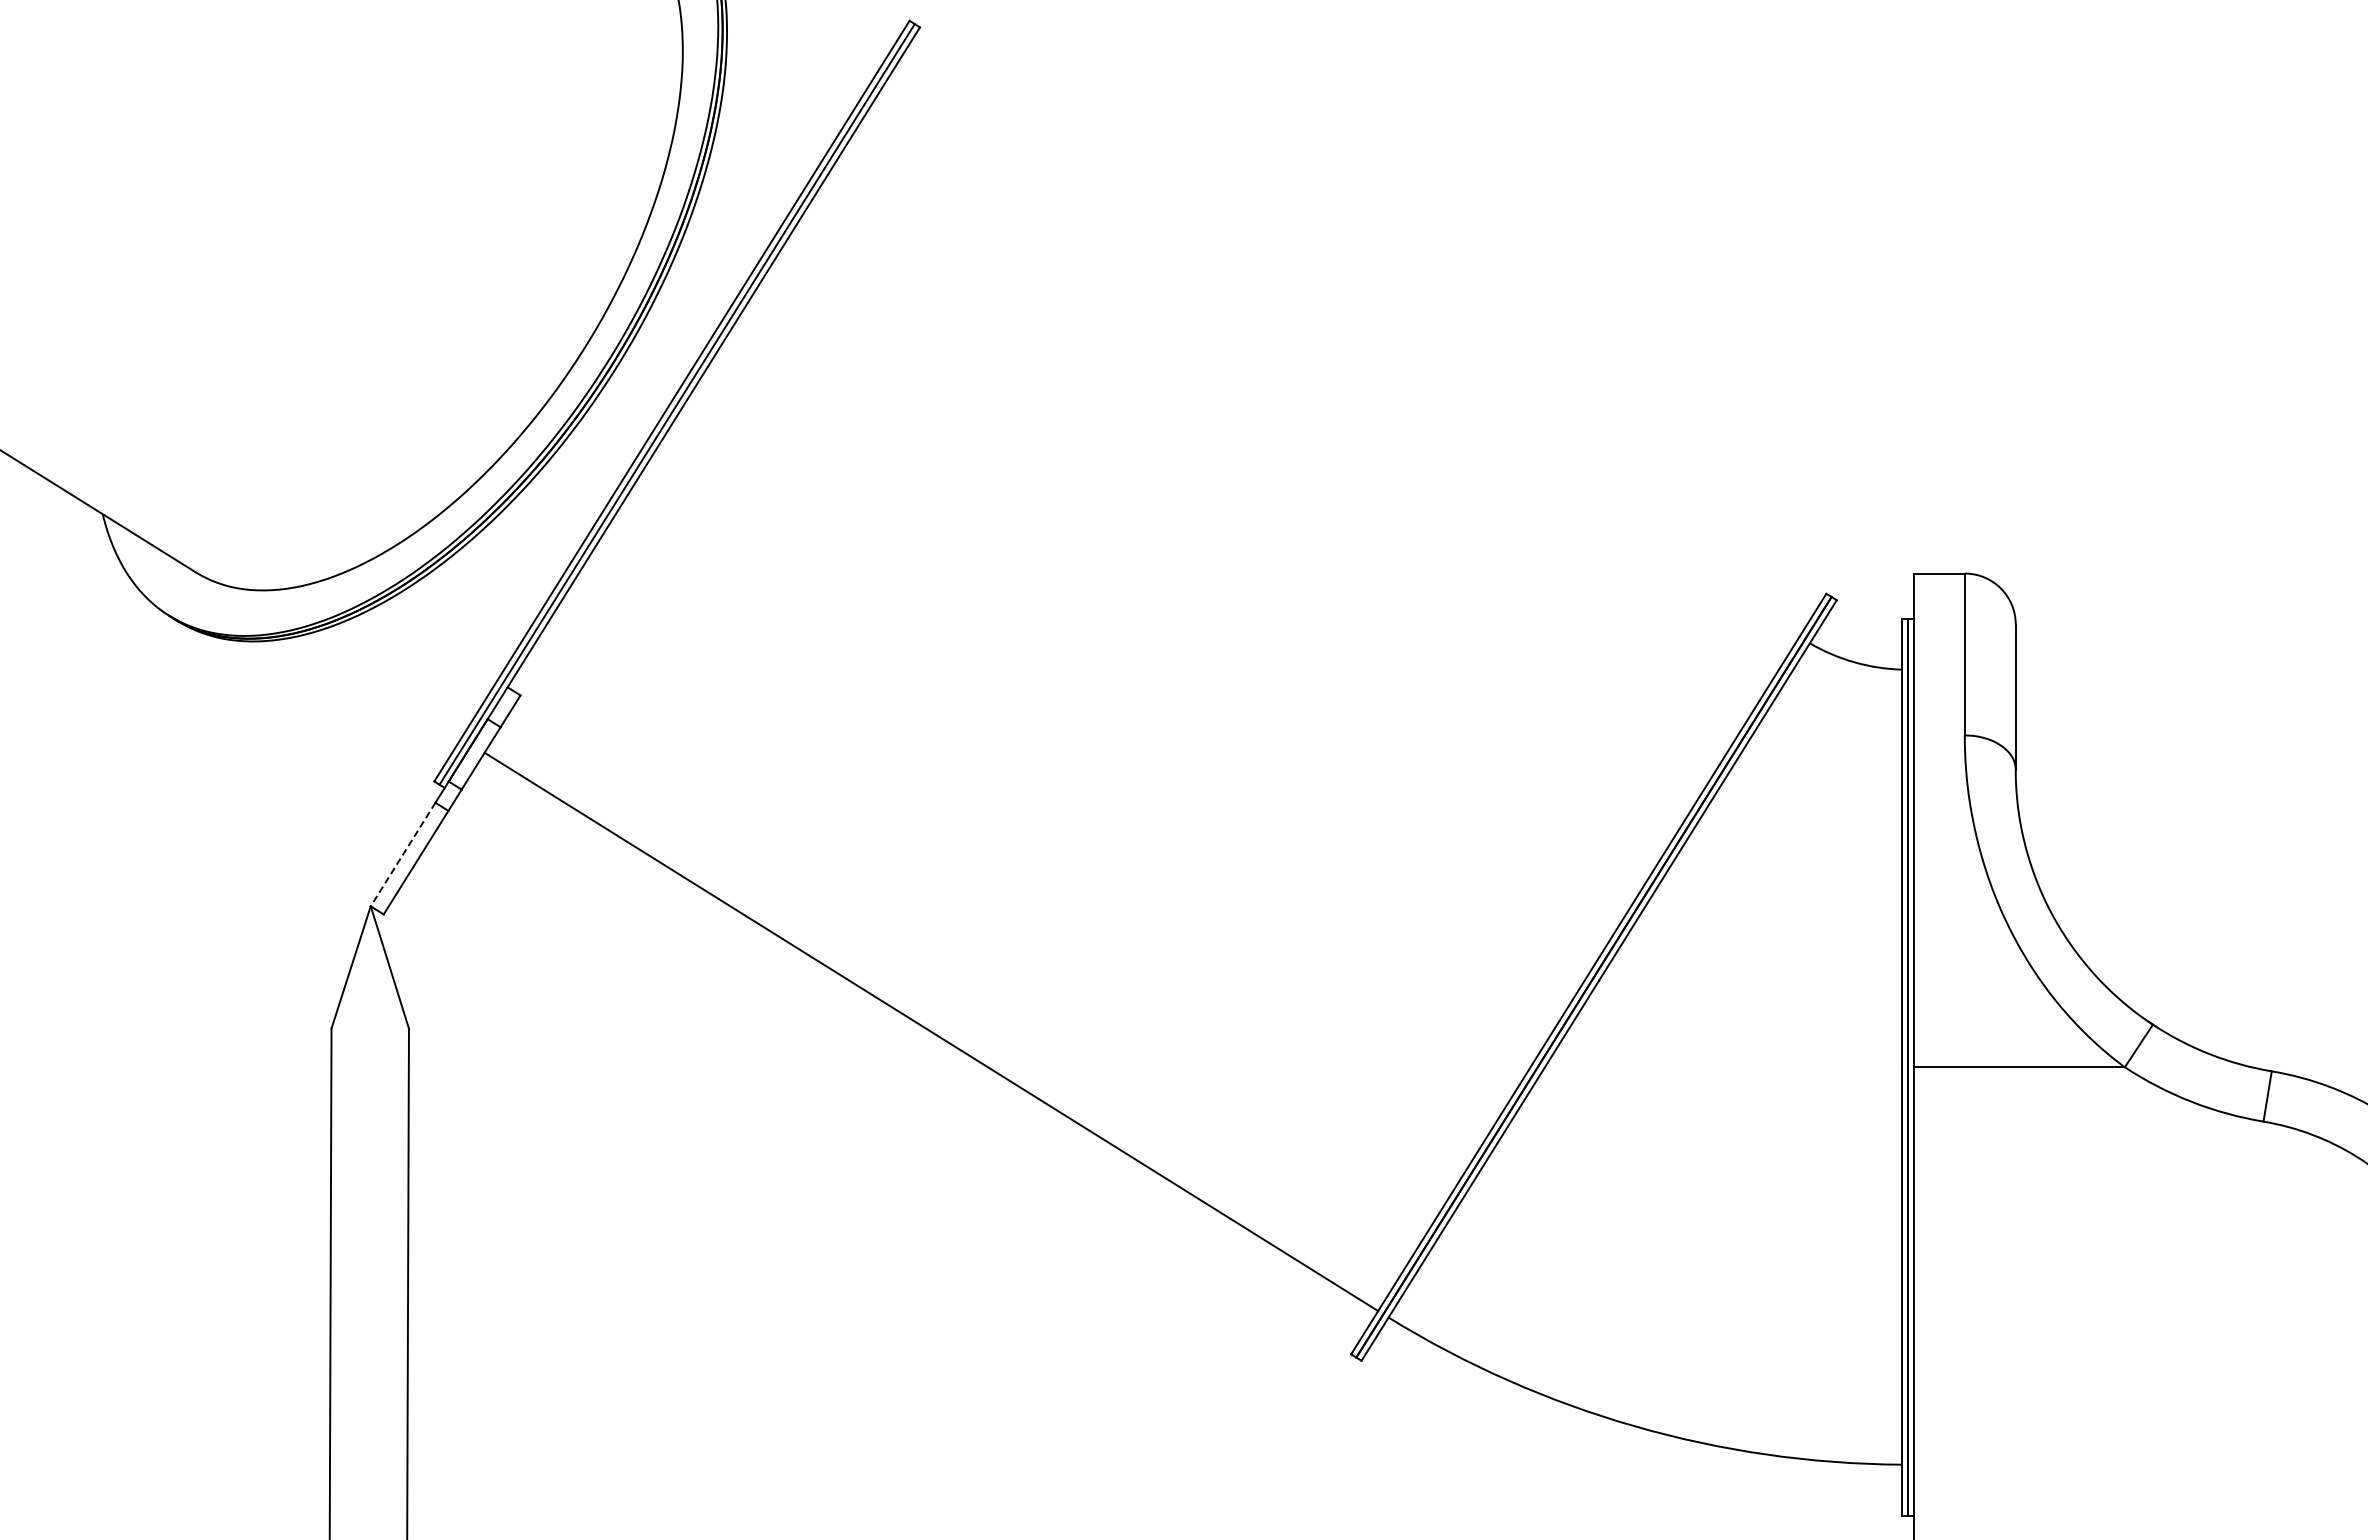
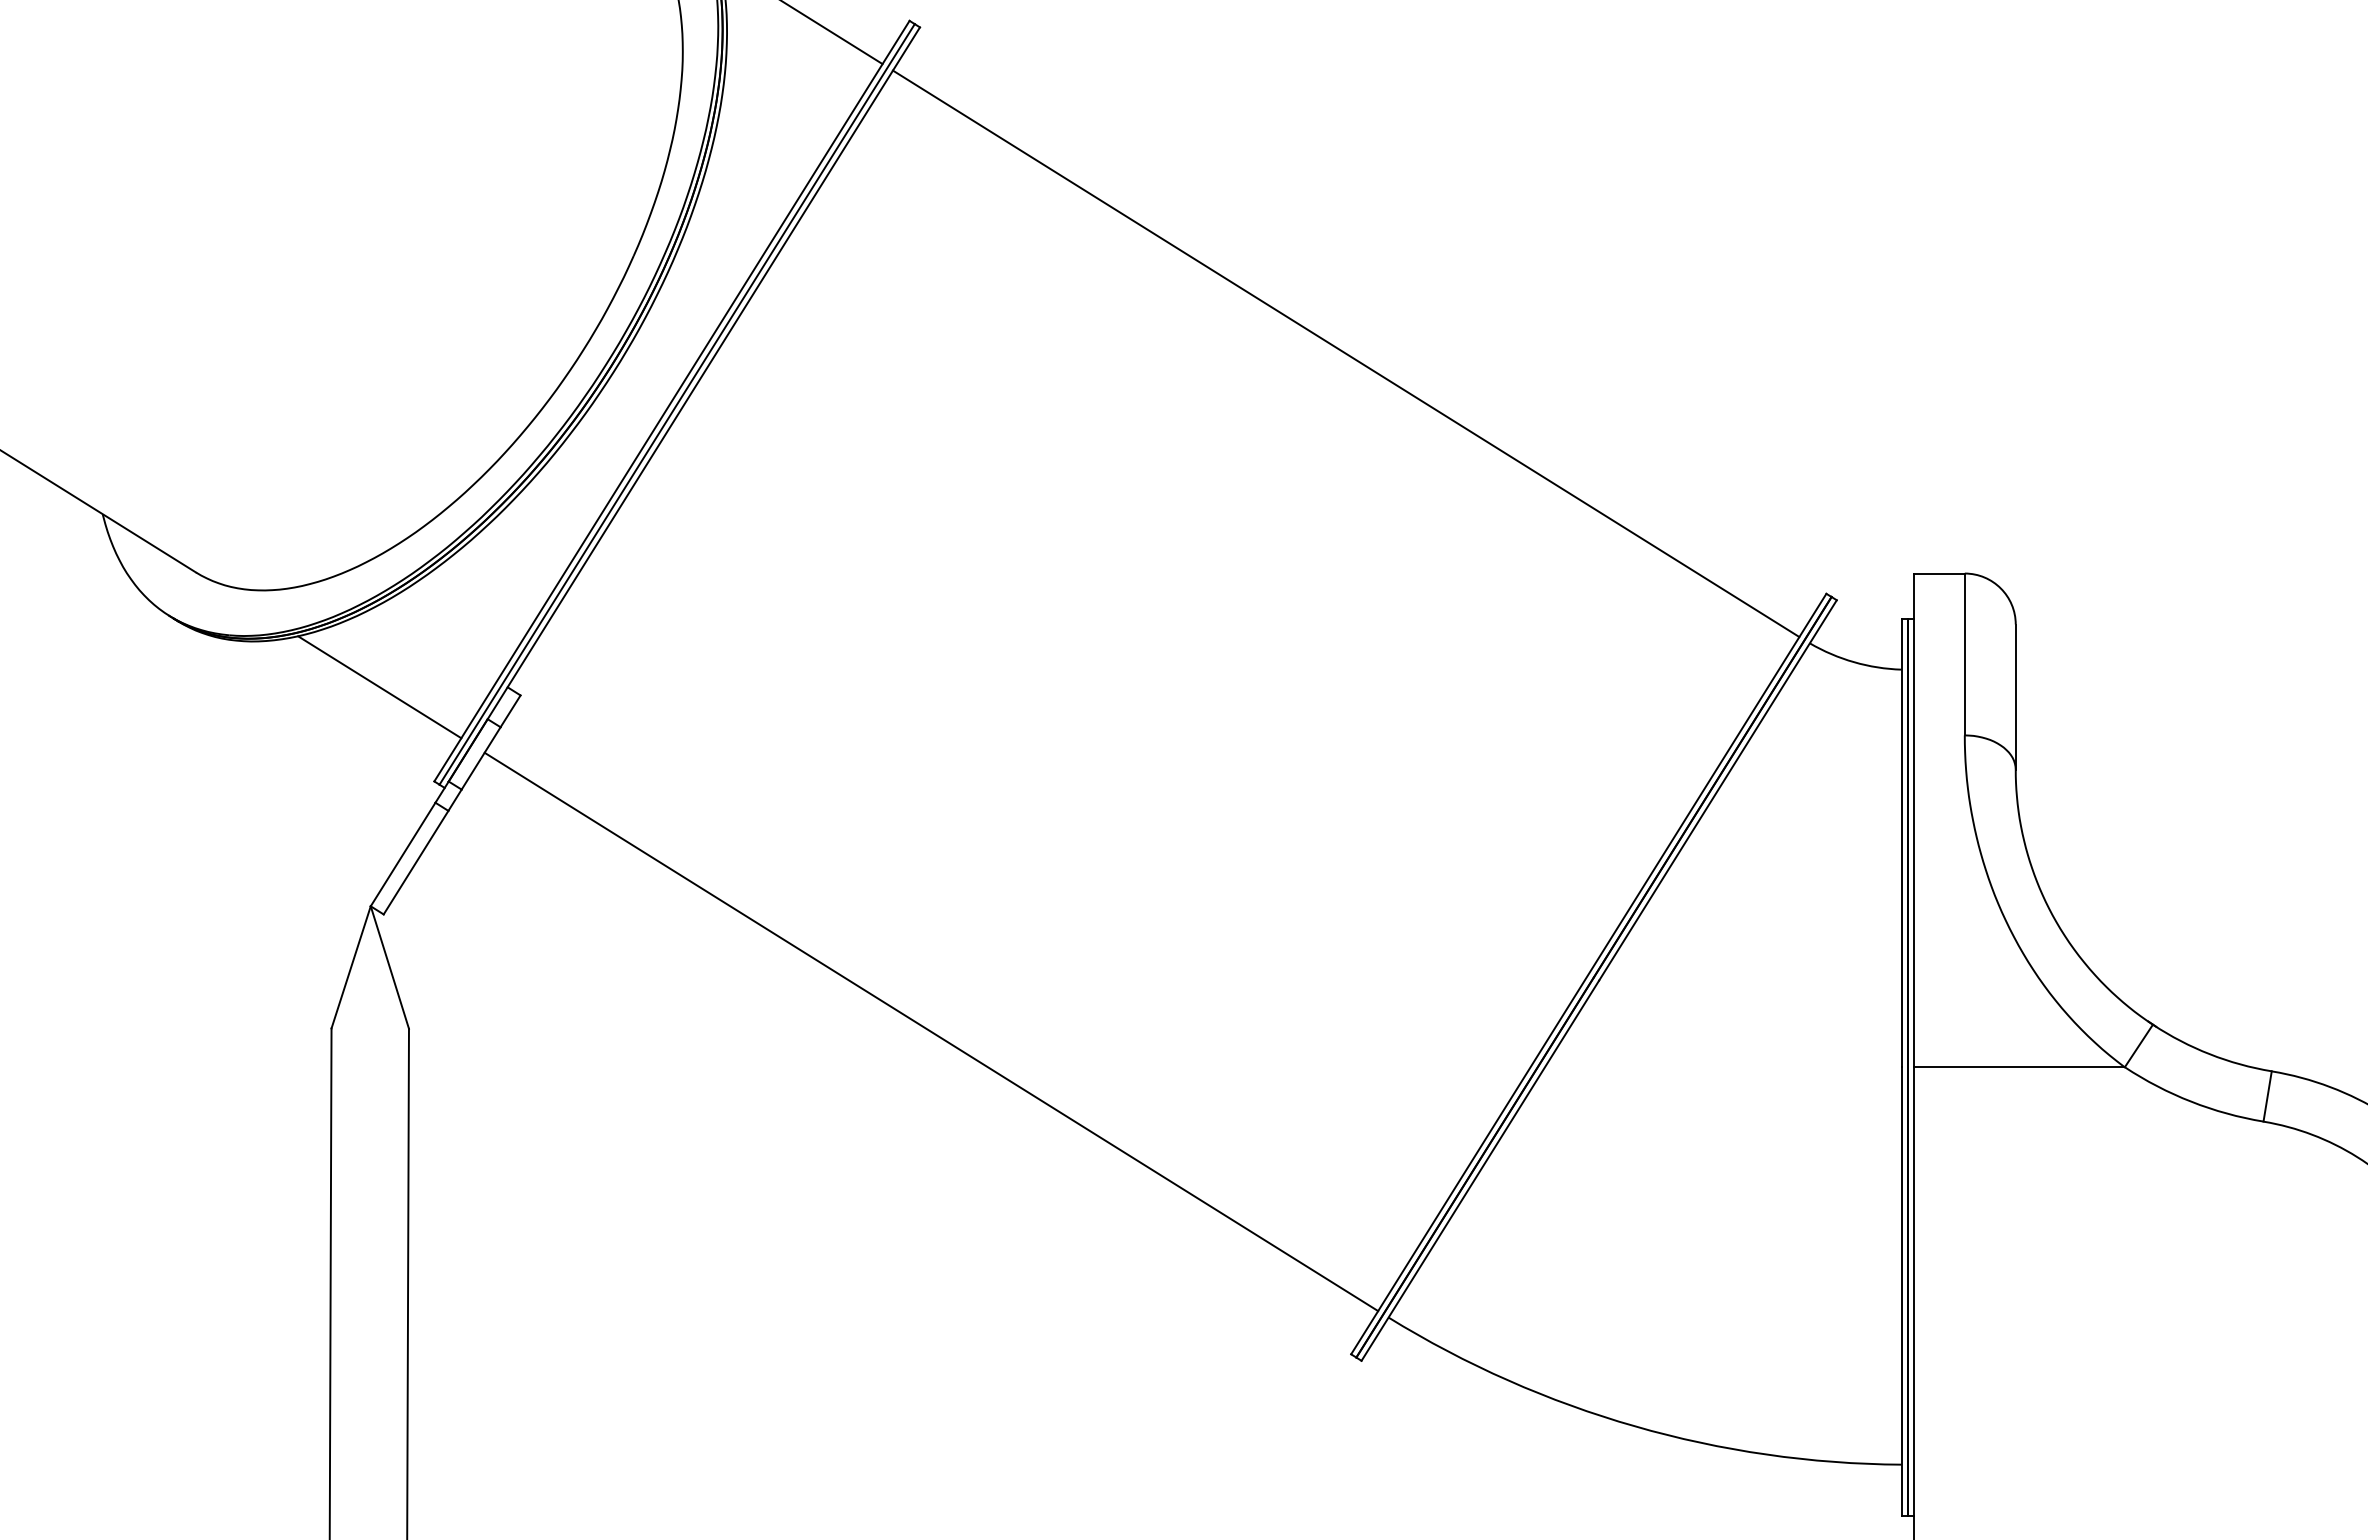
line at (833, 33): none -> present
line at (1345, 353): none -> present
line at (379, 687): none -> present
line at (402, 854): dashed -> solid
